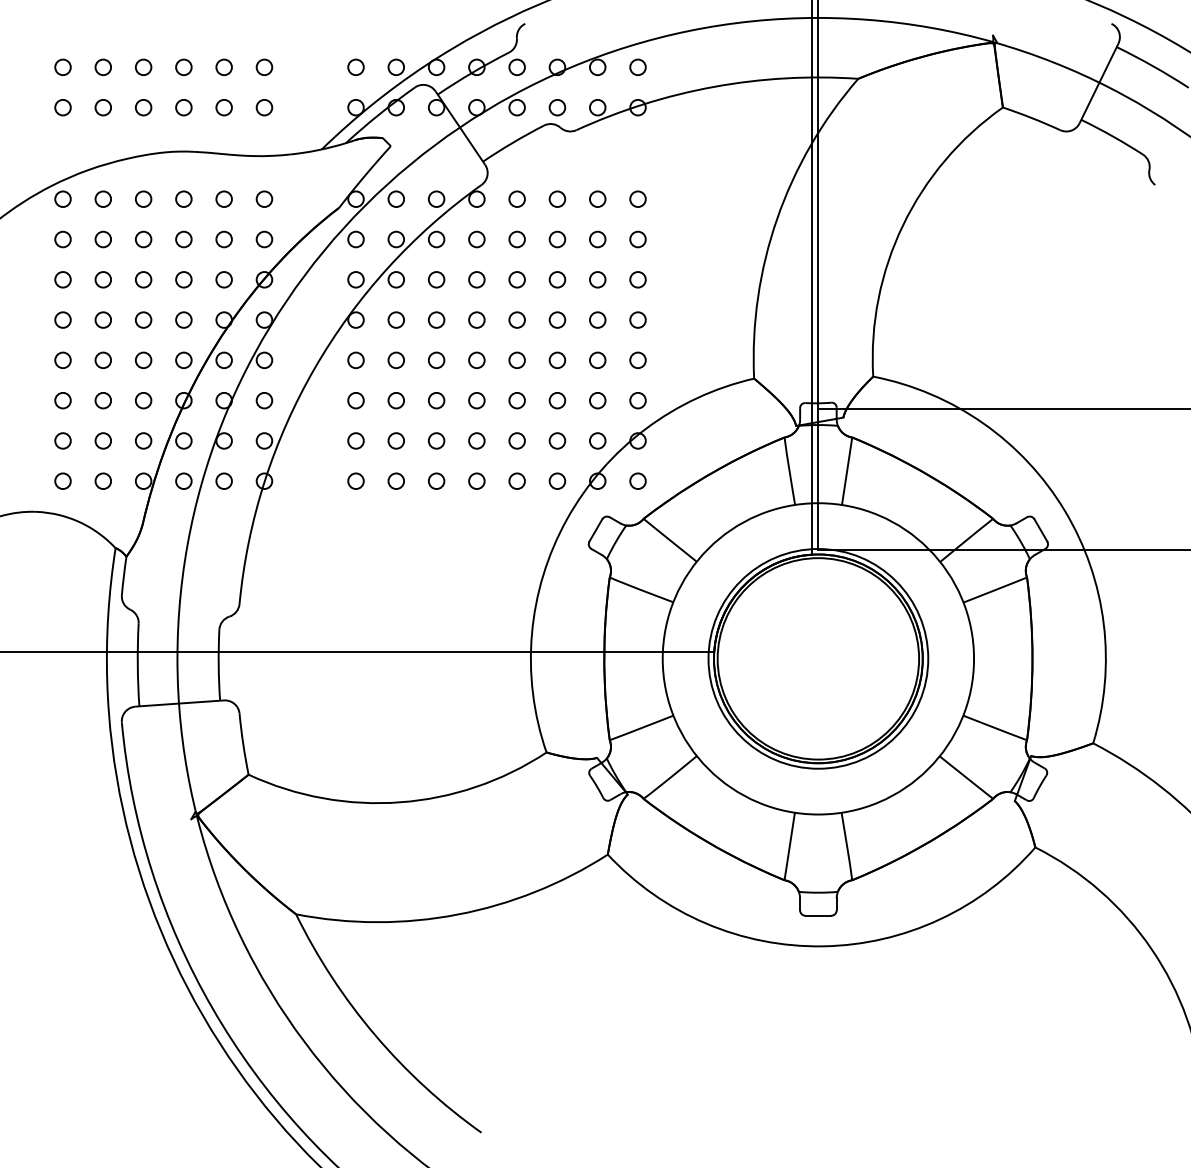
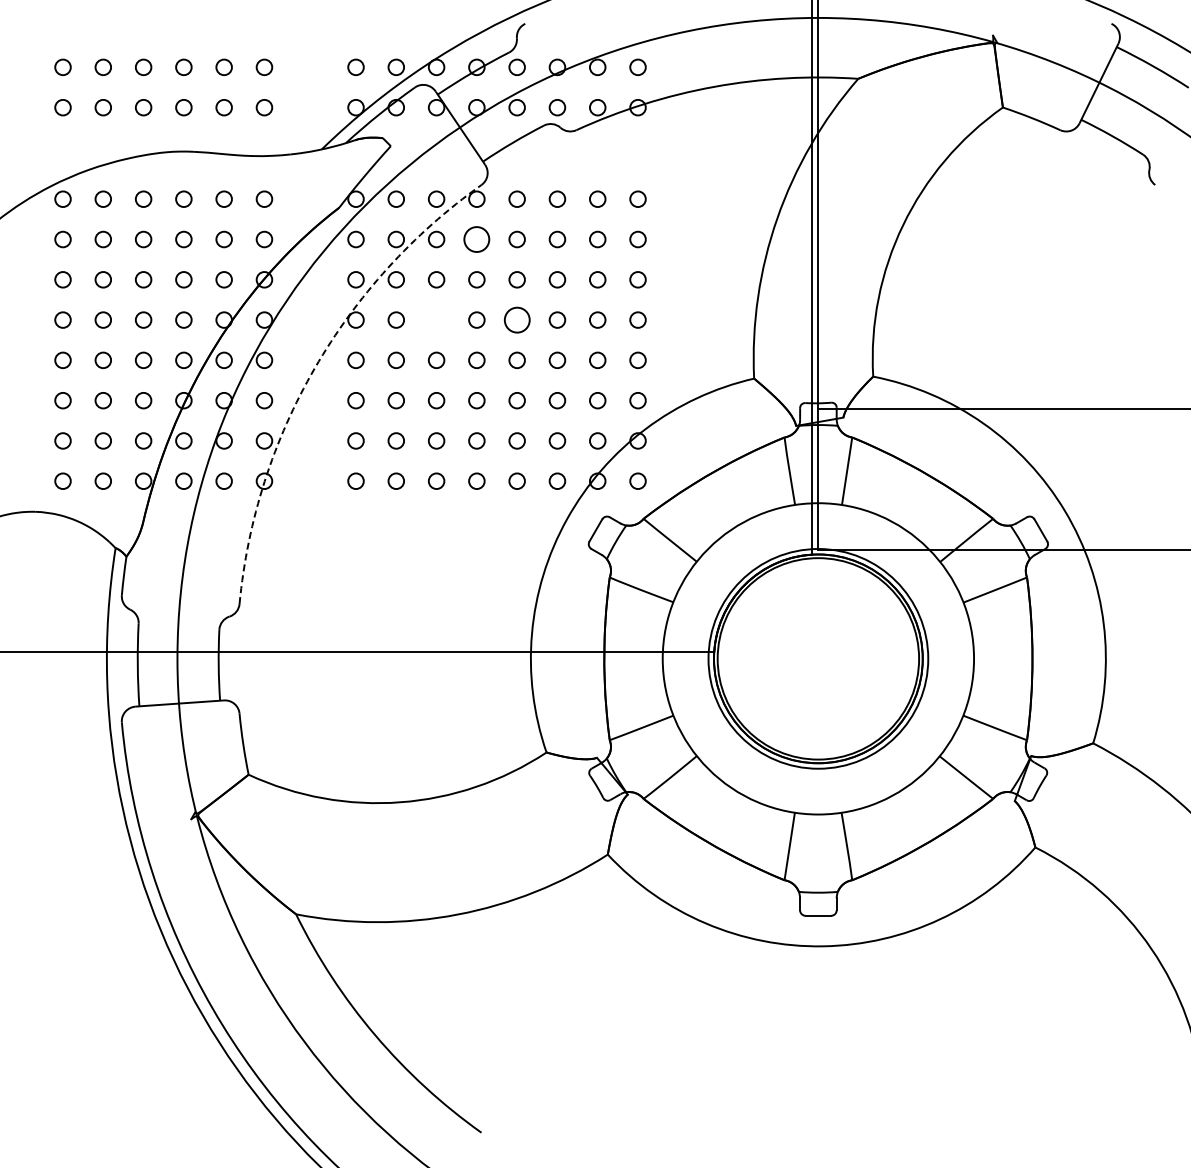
circle at (476, 239) size: 18x19 px -> 28x27 px
circle at (436, 319): present -> none
circle at (516, 319) size: 18x18 px -> 27x28 px
arc at (314, 368): solid -> dashed
